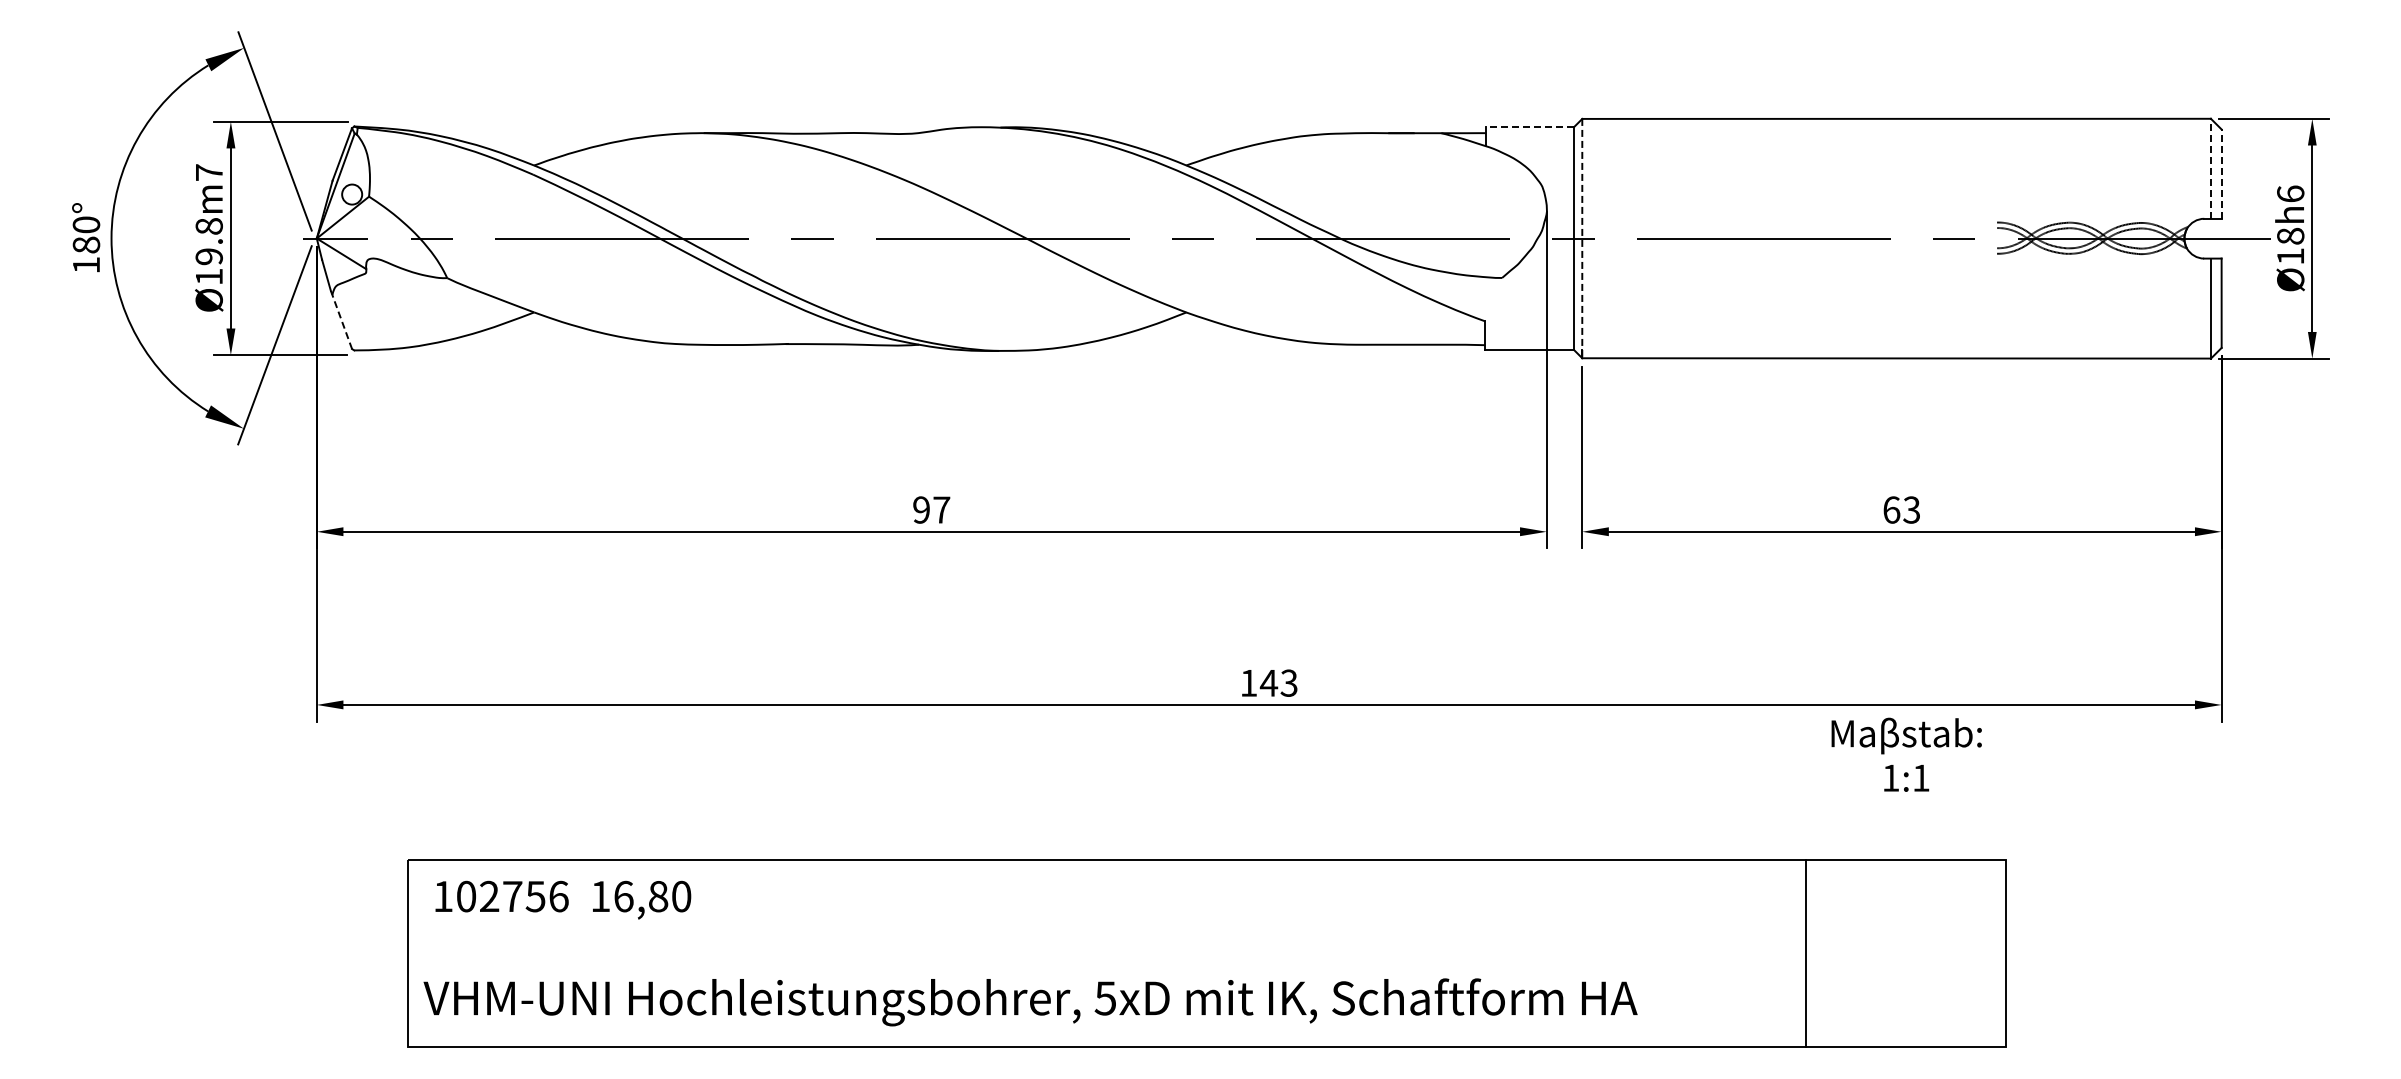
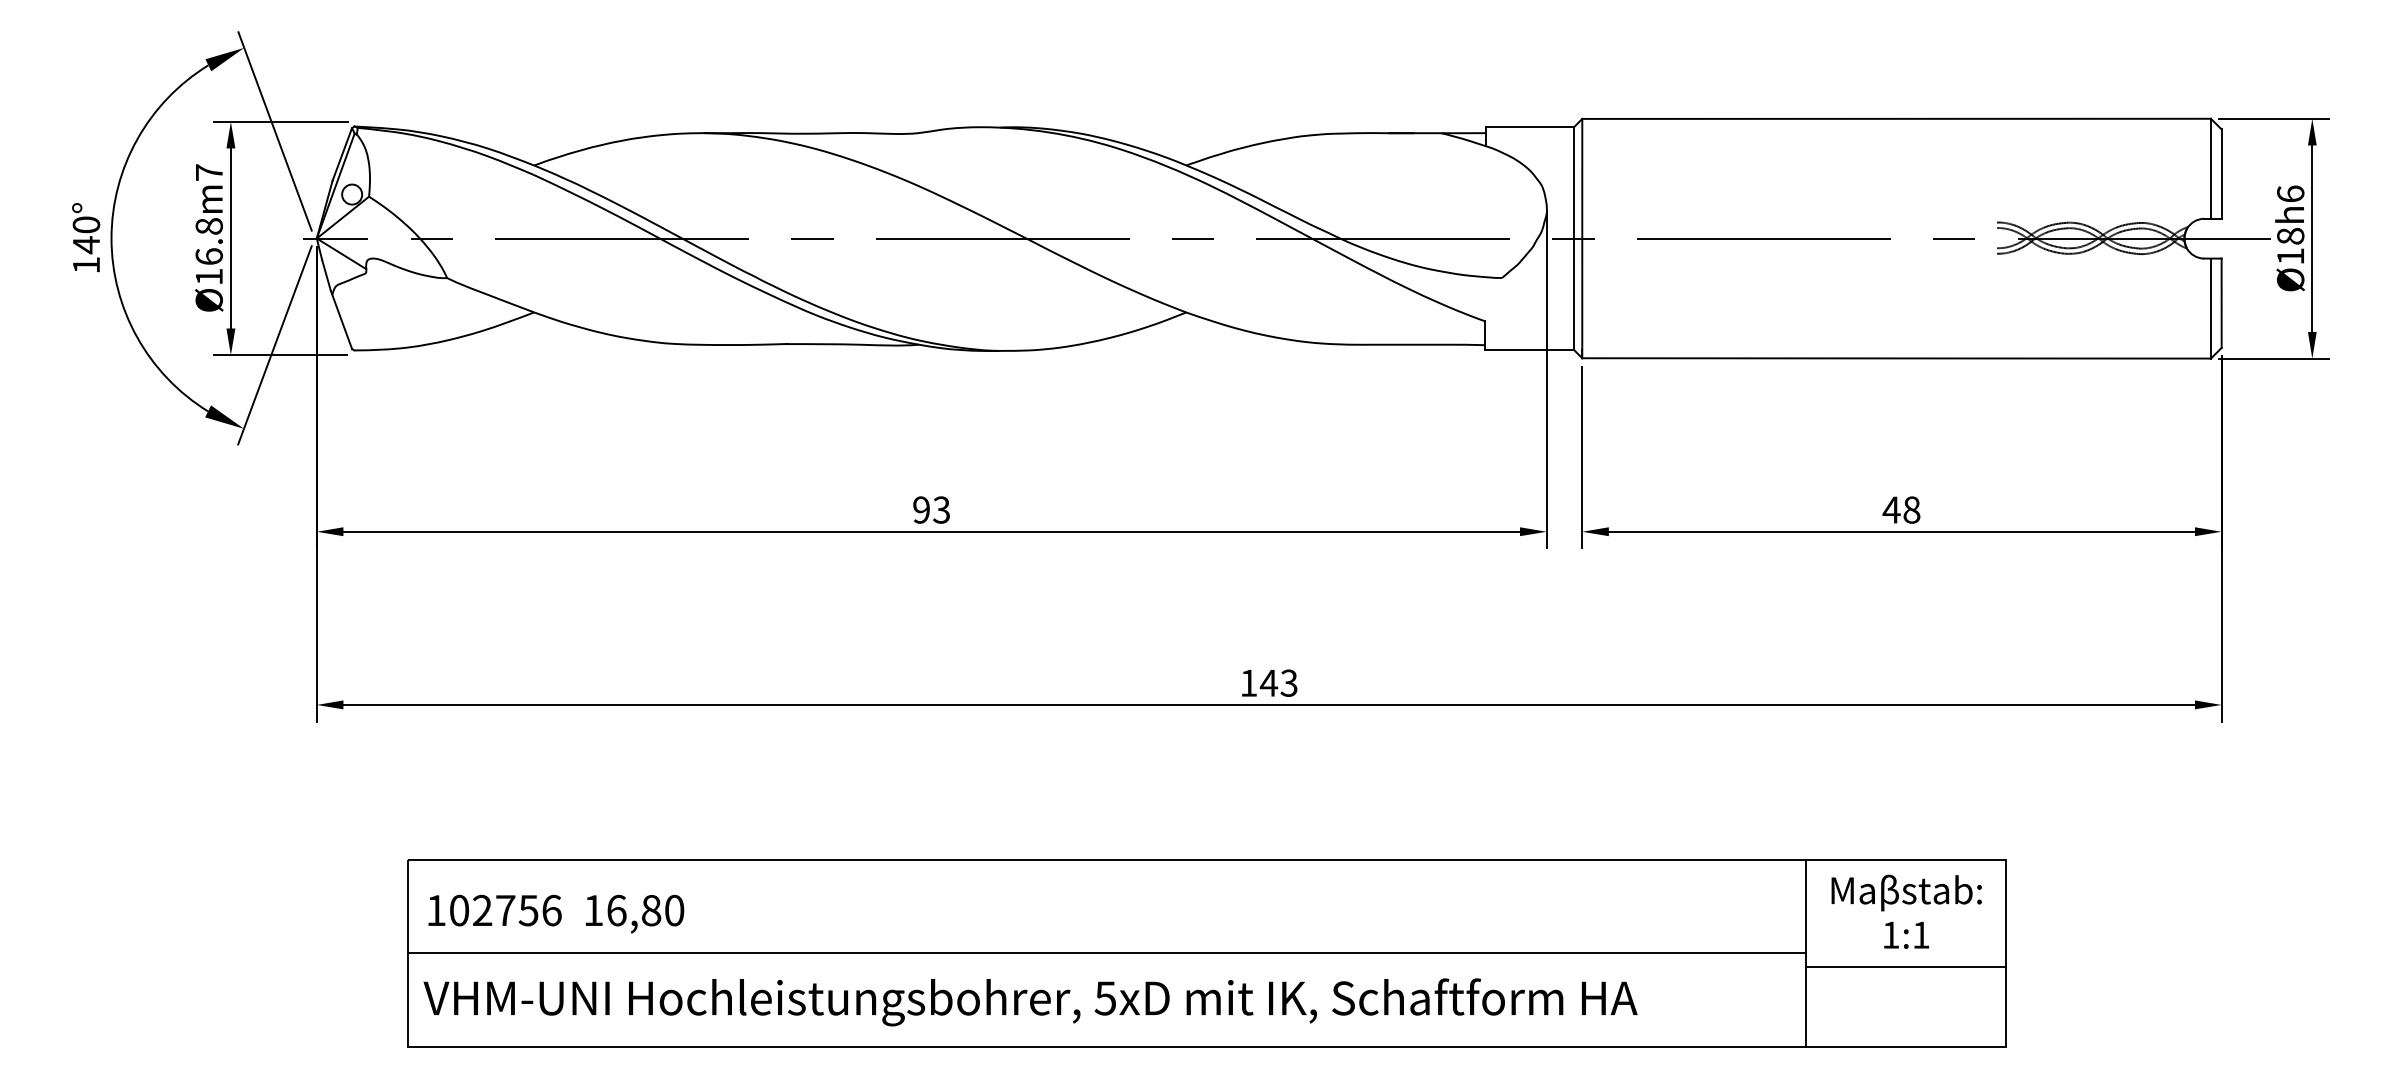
line at (1530, 126): dashed -> solid
line at (2210, 168): dashed -> solid
line at (2221, 174): dashed -> solid
line at (1582, 238): dashed -> solid
text at (86, 245): 180° -> 140°
text at (208, 256): Ø19.8m7 -> Ø16.8m7
line at (341, 320): dashed -> solid
text at (941, 509): 97 -> 93
text at (1901, 509): 63 -> 48
text at (1906, 754) position: (1906, 754) -> (1906, 911)
text at (563, 899) position: (563, 899) -> (556, 913)
line at (1106, 953): none -> present
line at (1906, 966): none -> present
